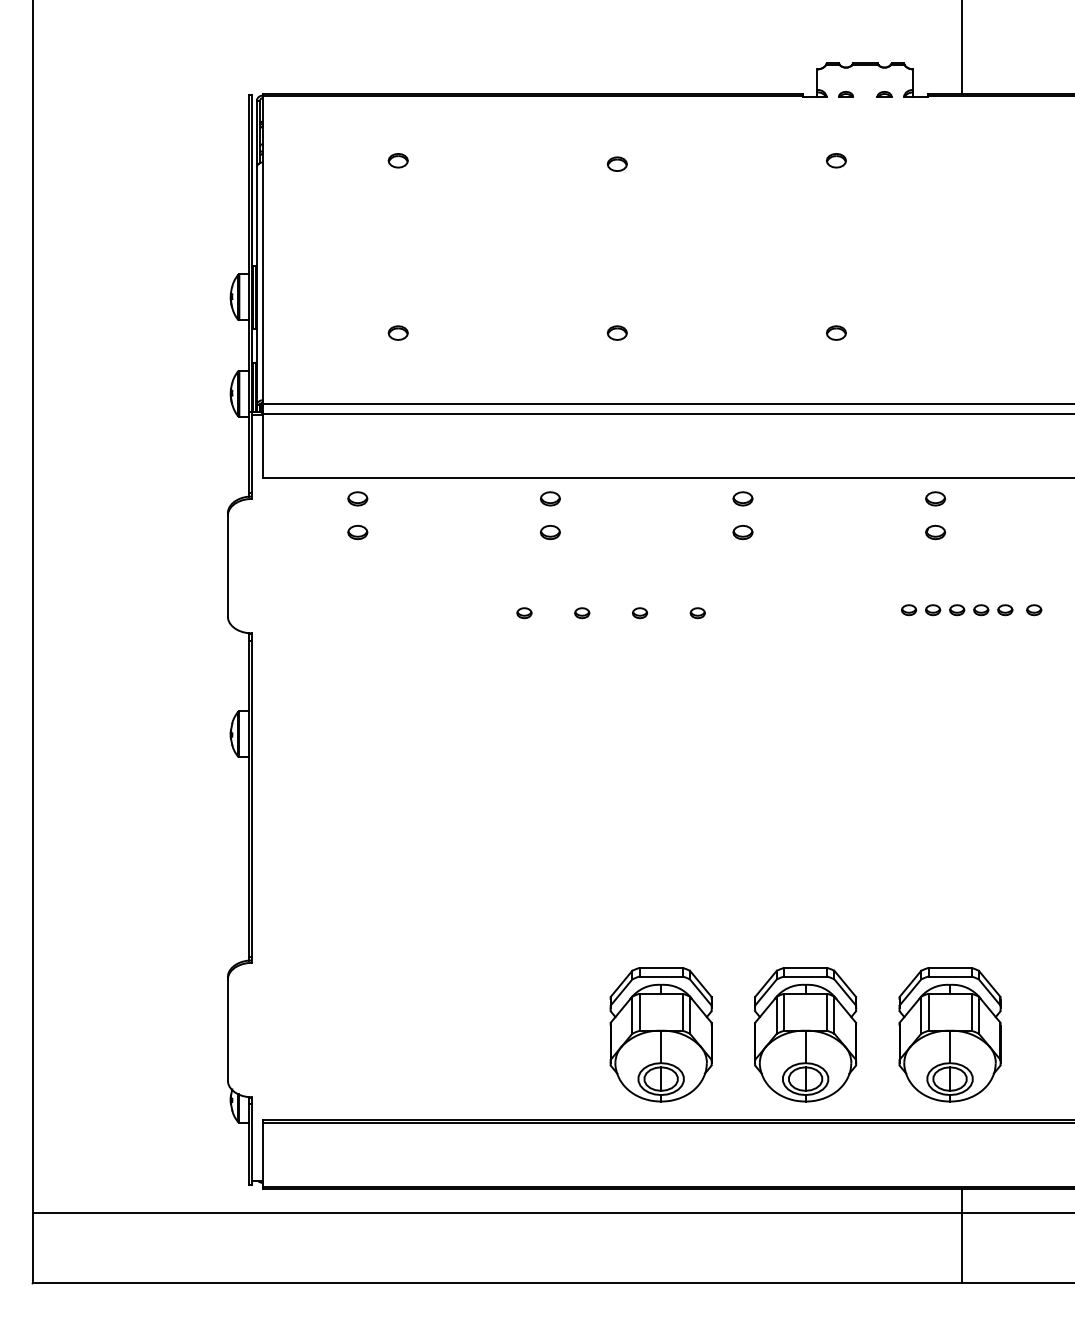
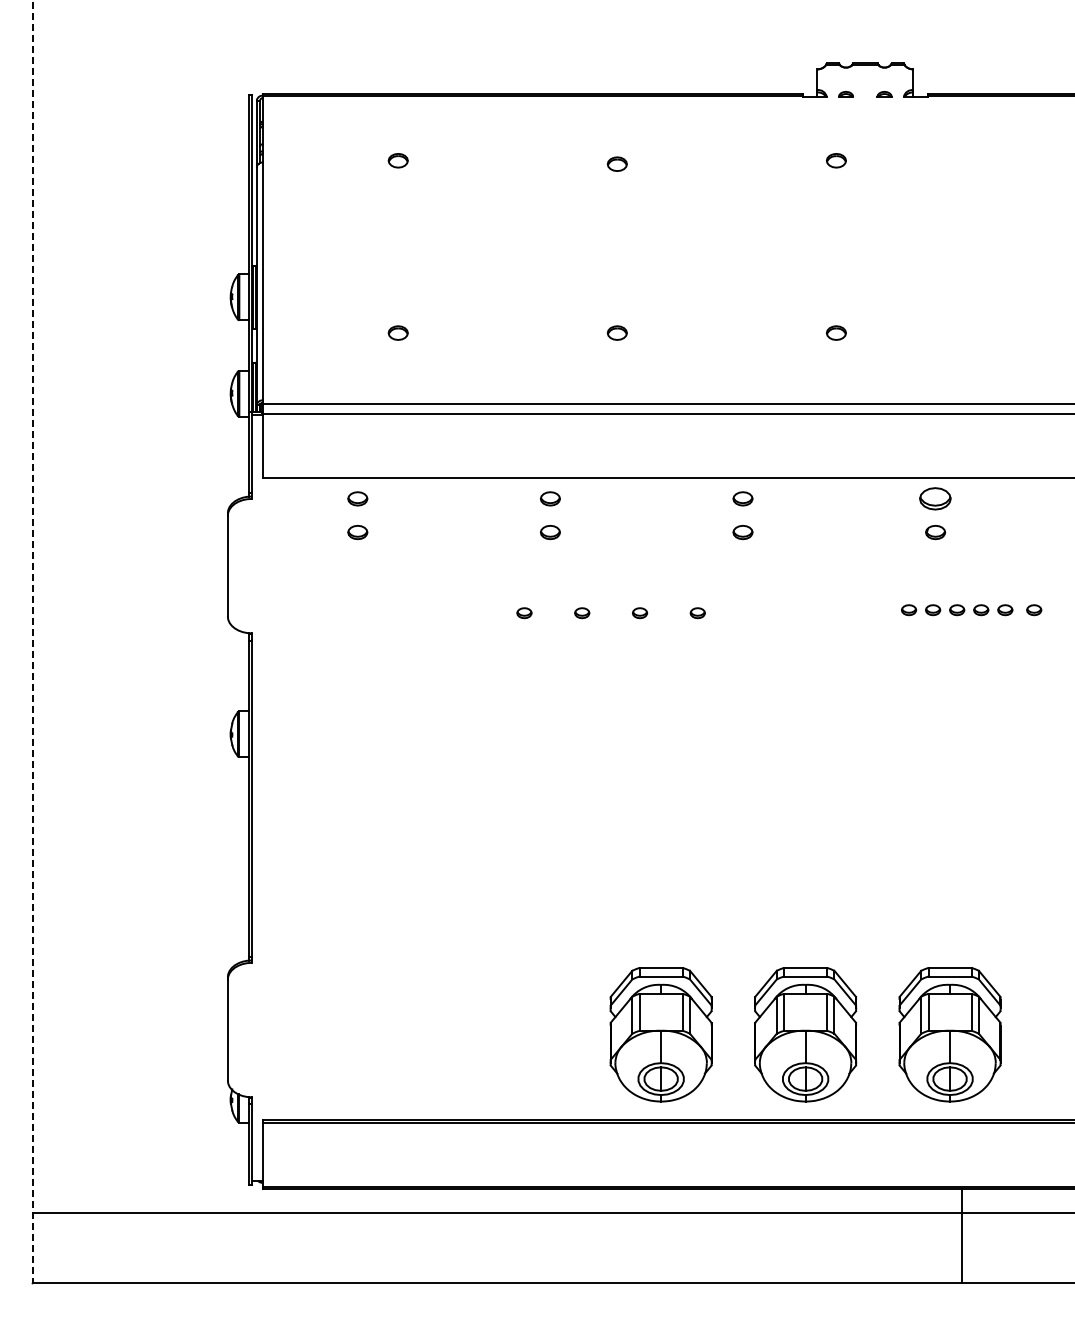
line at (961, 47): present -> none
part at (935, 498) size: 22x16 px -> 33x24 px
line at (32, 642): solid -> dashed
